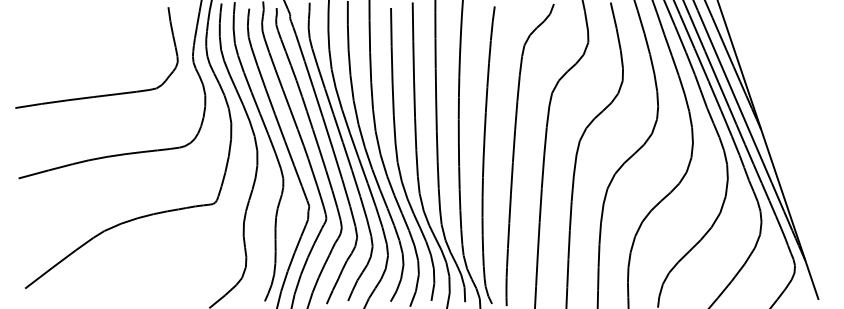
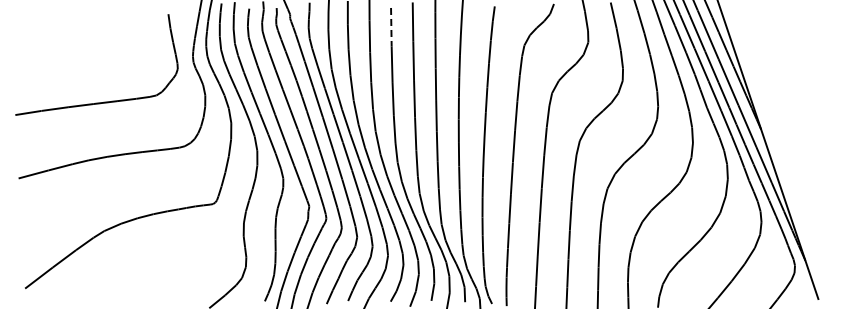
line at (391, 27): solid -> dashed
part at (103, 94) position: (103, 94) -> (103, 101)
